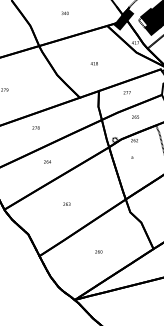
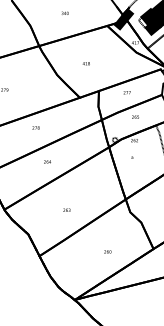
text at (93, 63) position: (93, 63) -> (85, 63)
text at (66, 203) position: (66, 203) -> (66, 209)
text at (98, 251) position: (98, 251) -> (107, 251)
